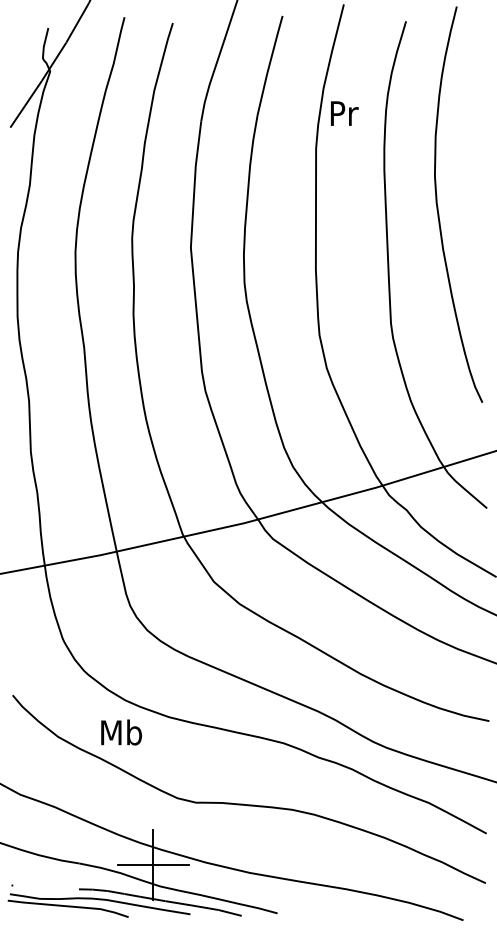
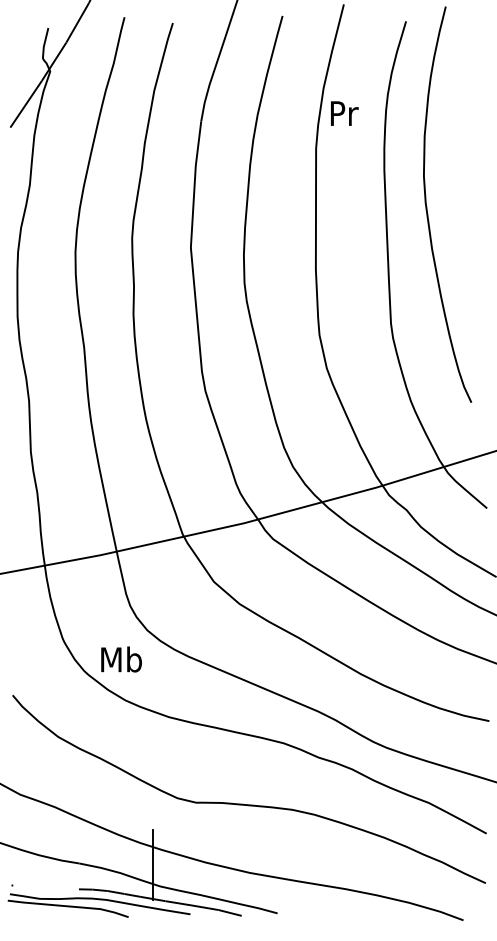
curve at (438, 206) position: (438, 206) -> (427, 206)
text at (121, 732) position: (121, 732) -> (121, 659)
line at (153, 864): present -> none
